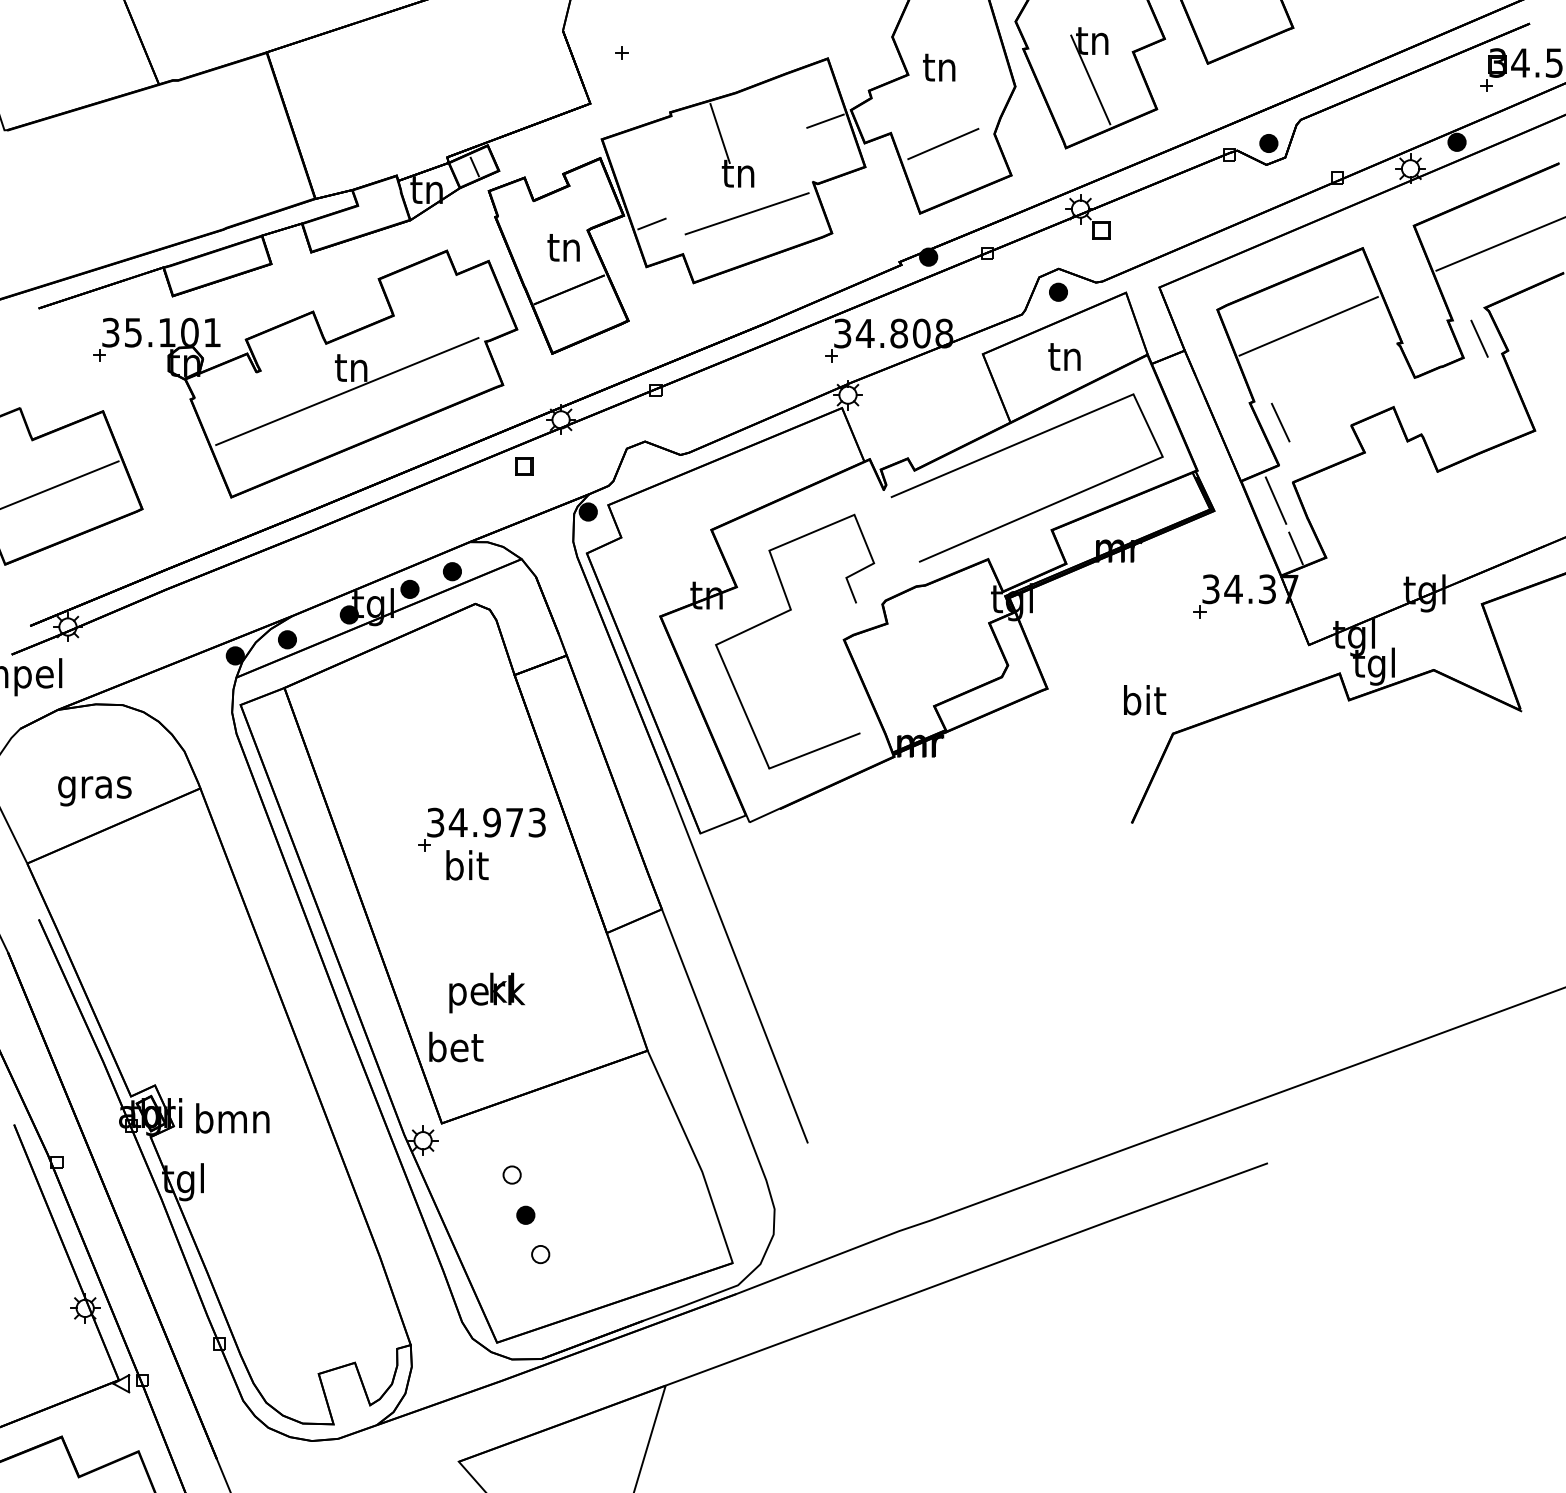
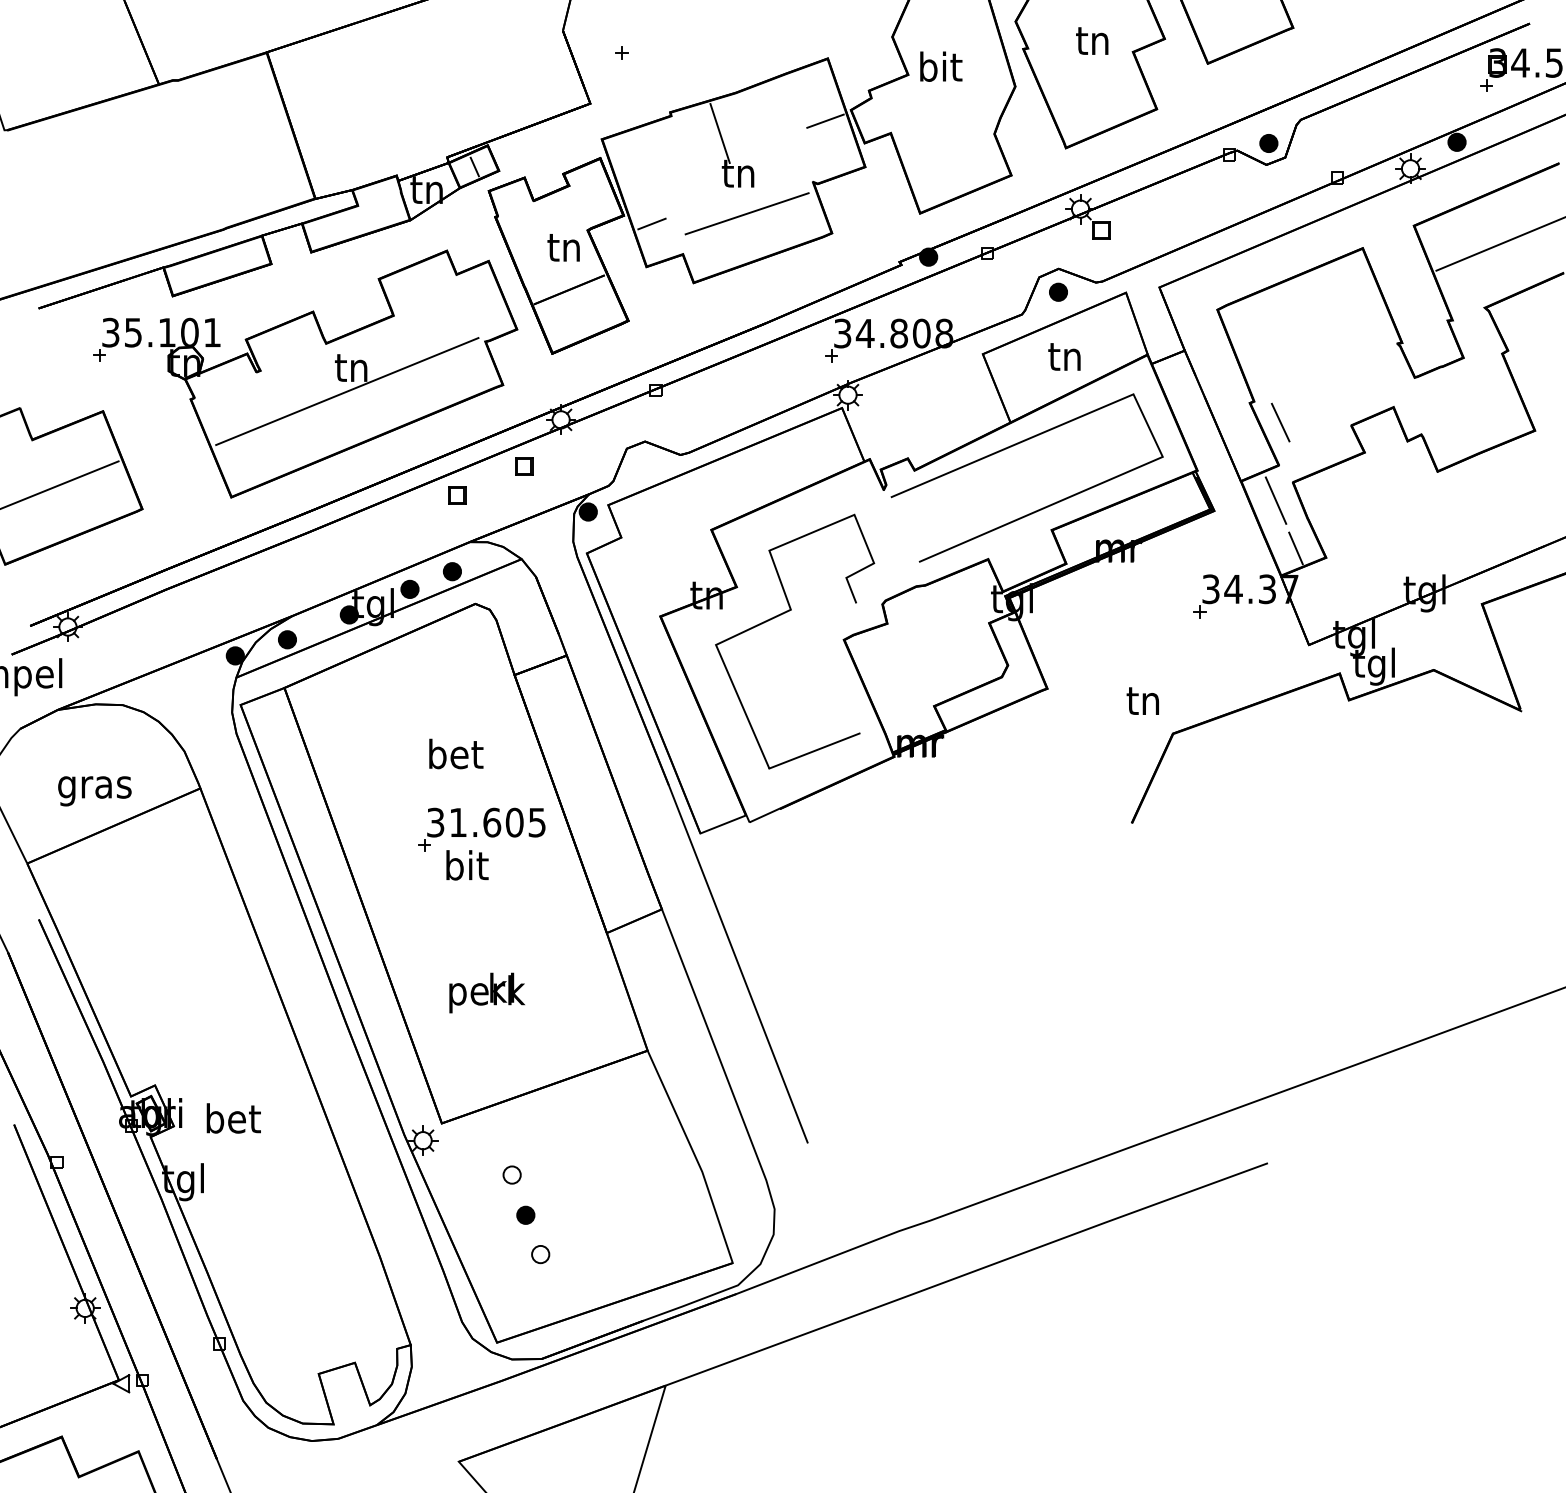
text at (941, 66): tn -> bit
line at (1090, 79): present -> none
line at (943, 143): present -> none
line at (1308, 326): present -> none
line at (1479, 338): present -> none
part at (457, 495): none -> present
text at (1145, 700): bit -> tn
text at (496, 822): 34.973 -> 31.605
text at (456, 1046) position: (456, 1046) -> (456, 753)
text at (232, 1118): bmn -> bet
